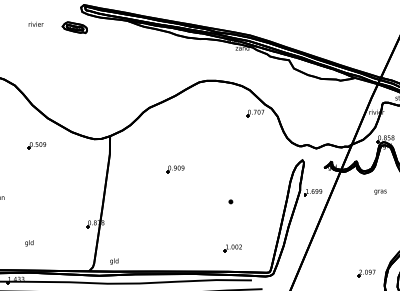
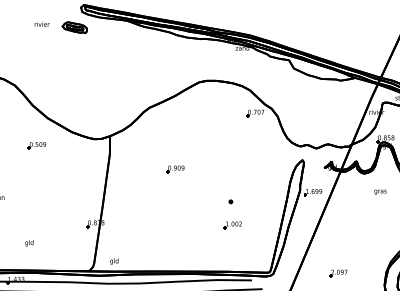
text at (35, 23) position: (35, 23) -> (41, 23)
part at (232, 248) position: (232, 248) -> (232, 225)
part at (366, 273) position: (366, 273) -> (338, 273)
